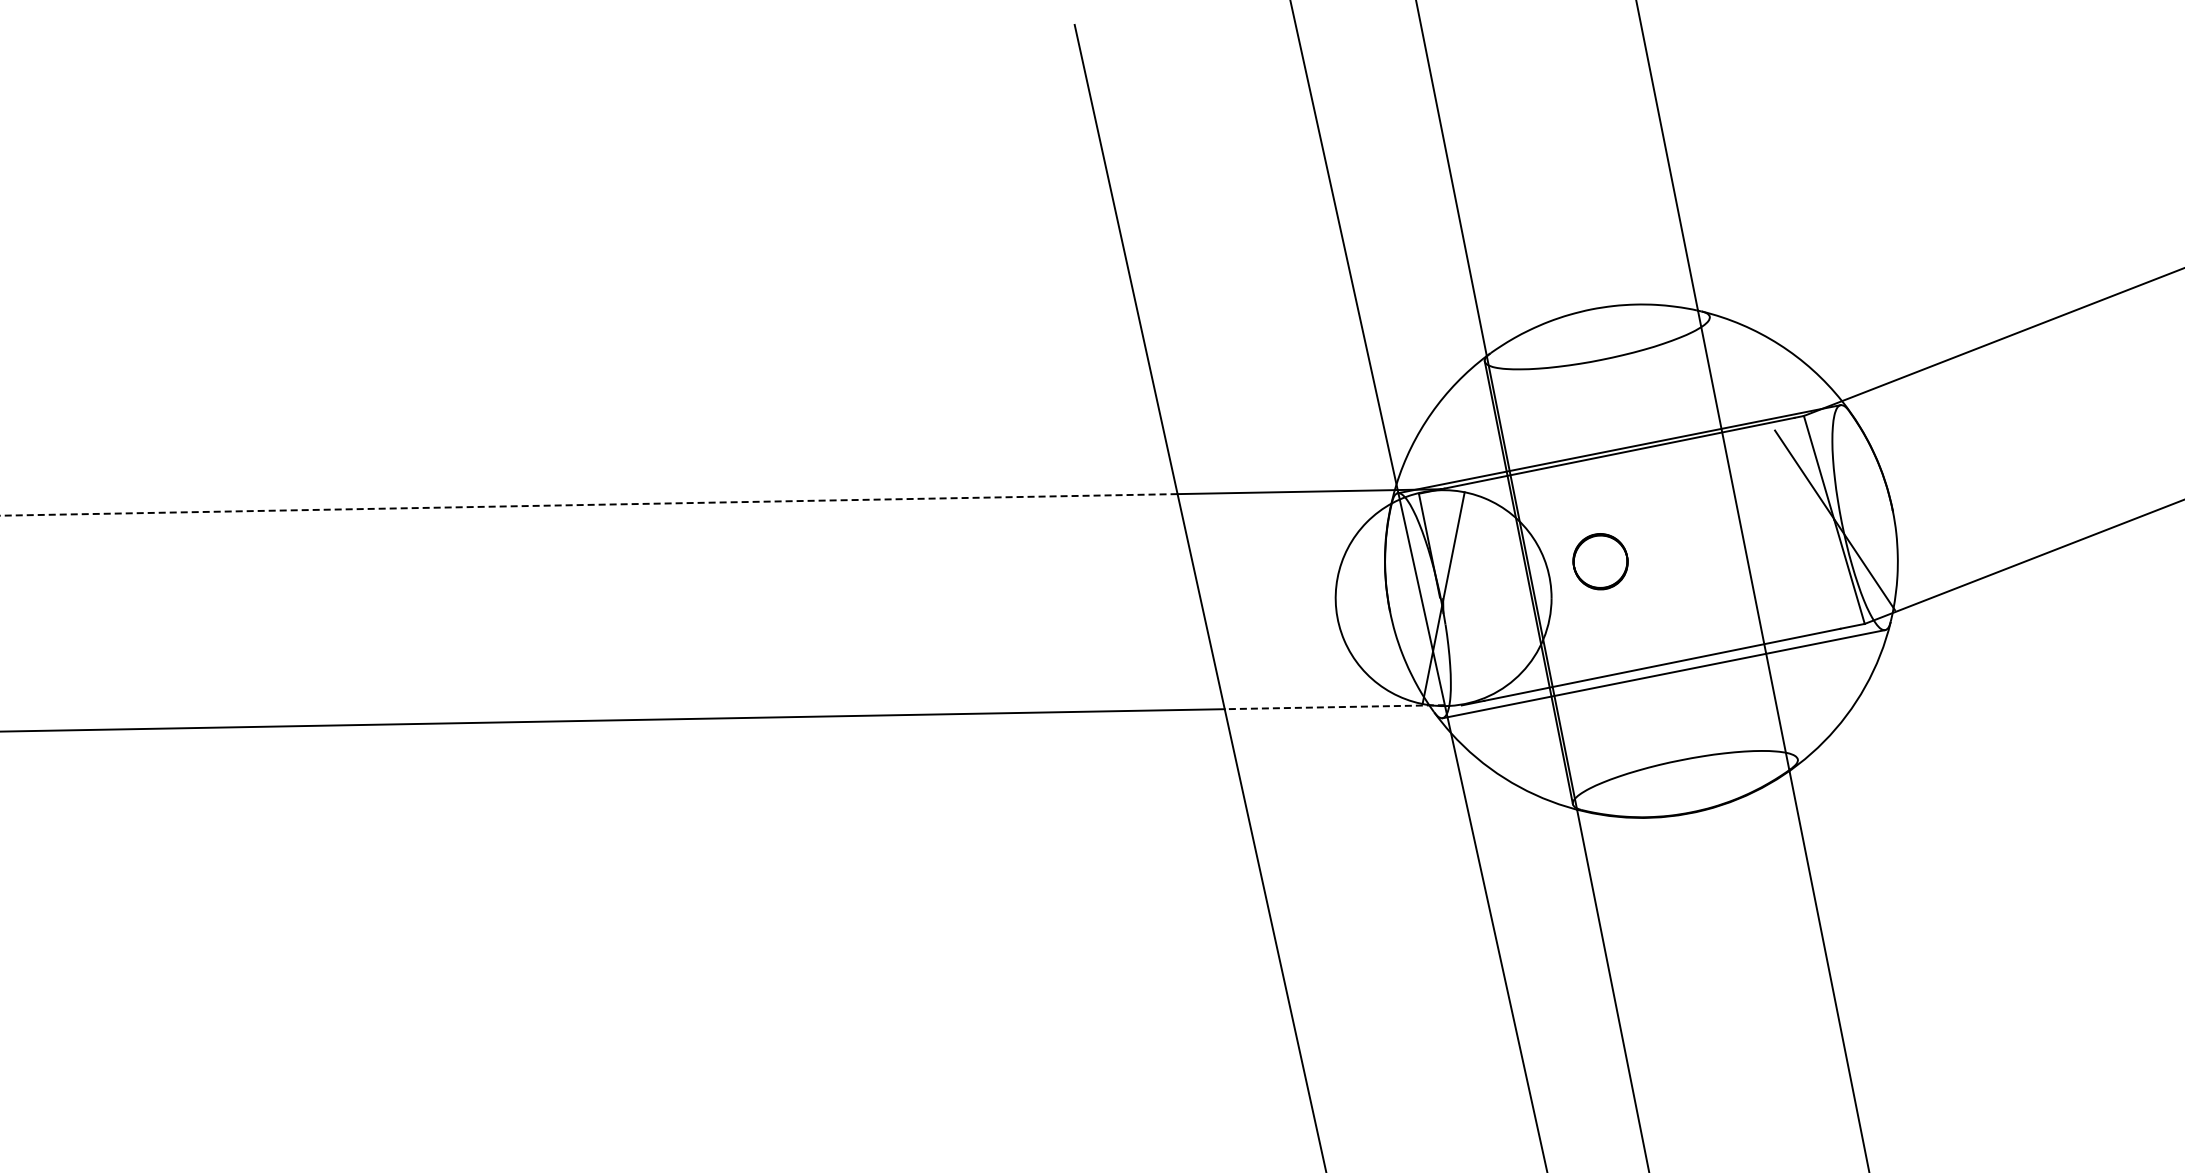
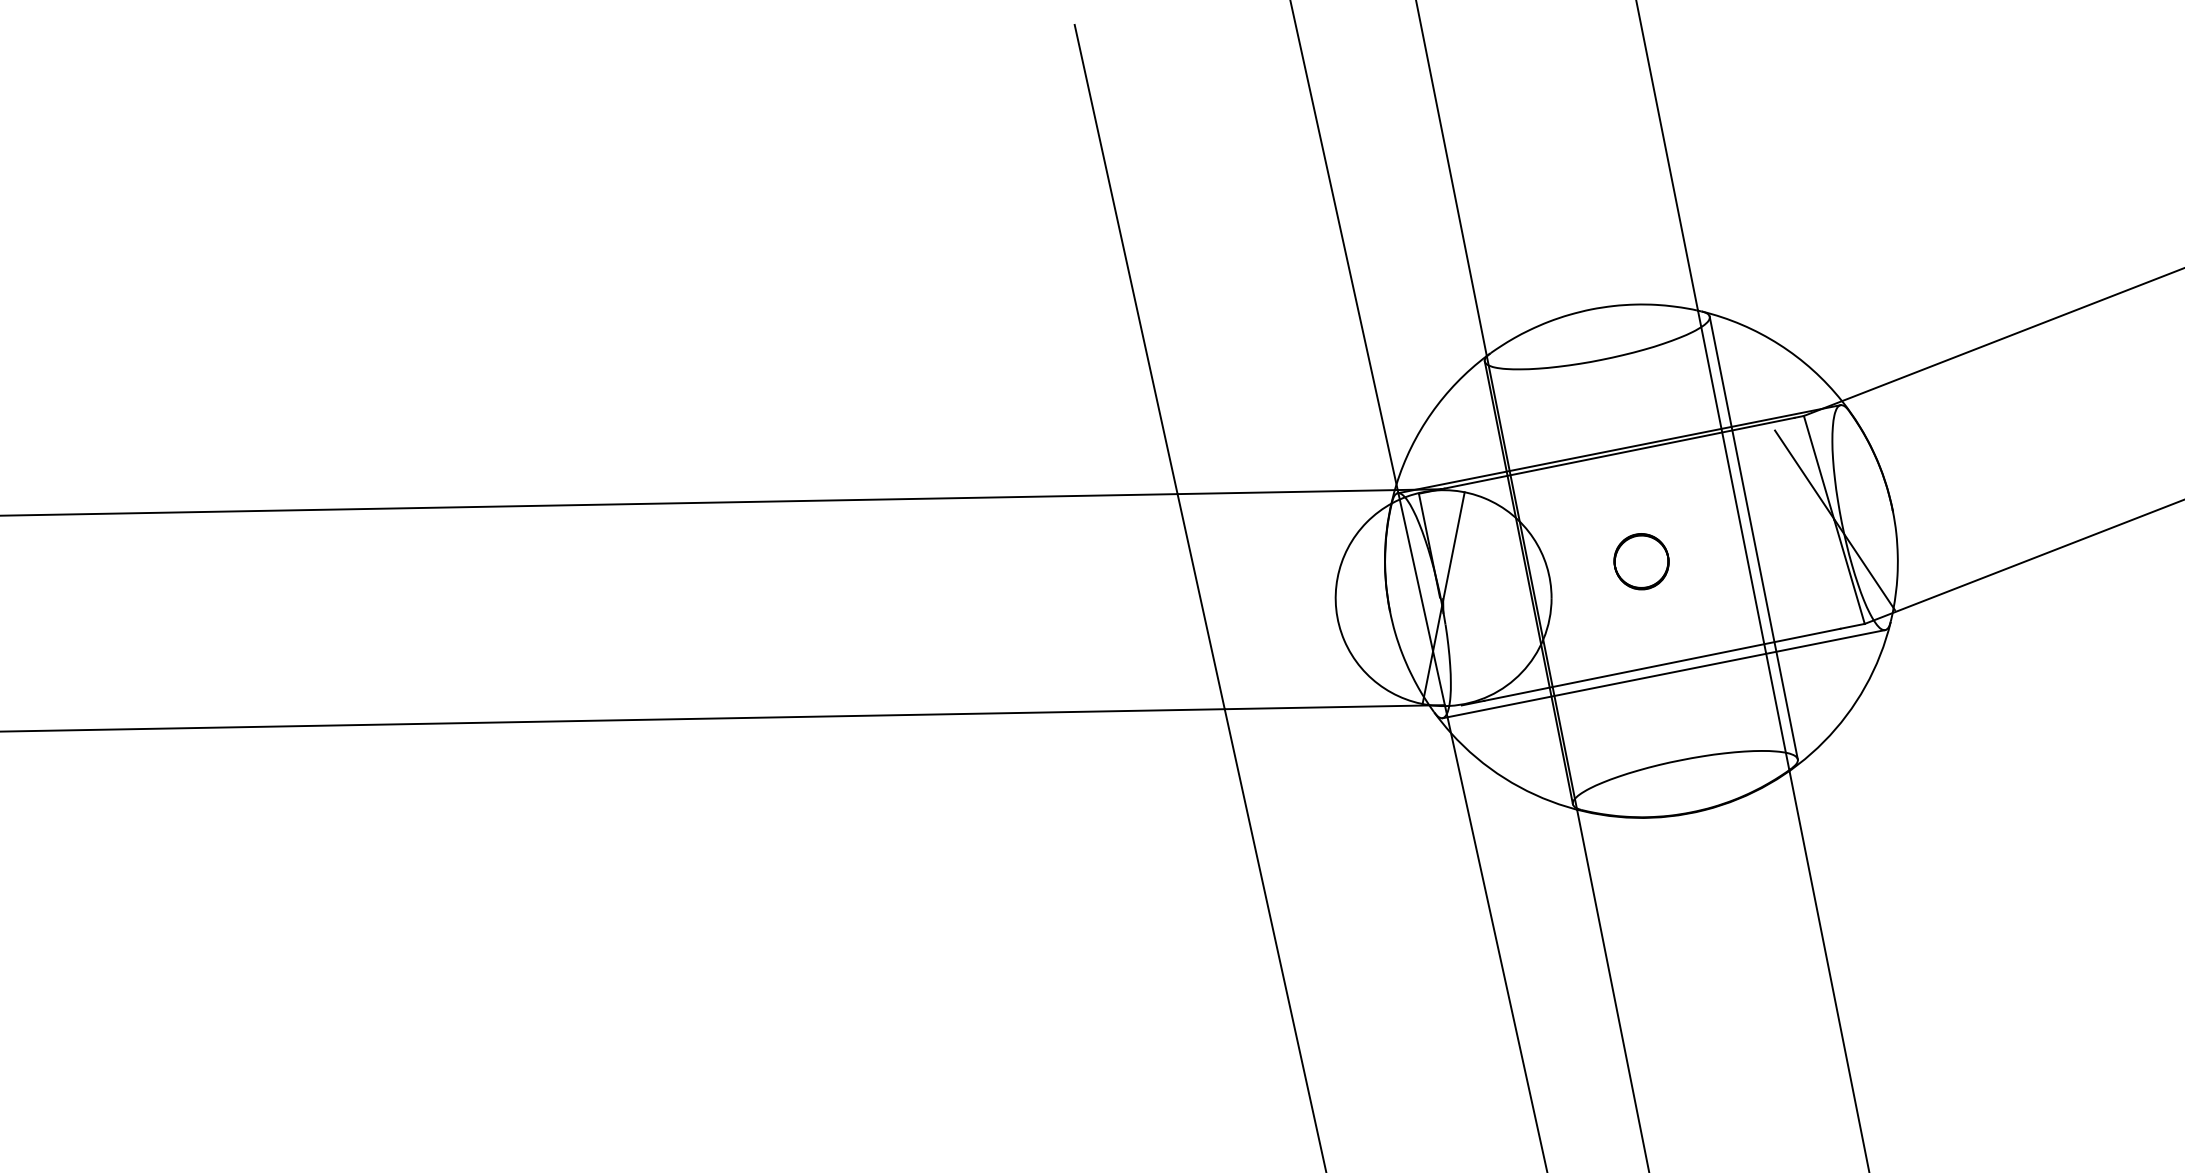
line at (588, 504): dashed -> solid
line at (1753, 537): none -> present
part at (1600, 561) position: (1600, 561) -> (1641, 561)
line at (1334, 707): dashed -> solid
